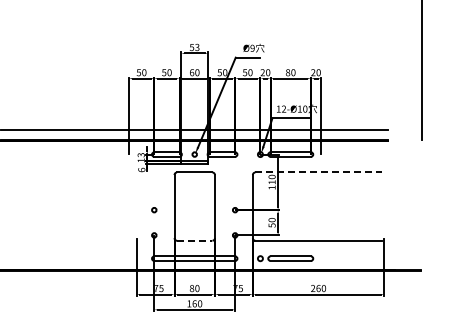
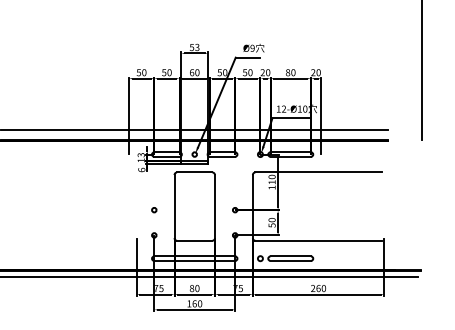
line at (319, 172): dashed -> solid
line at (194, 240): dashed -> solid
line at (210, 277): none -> present
